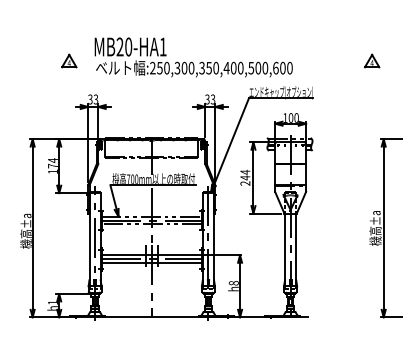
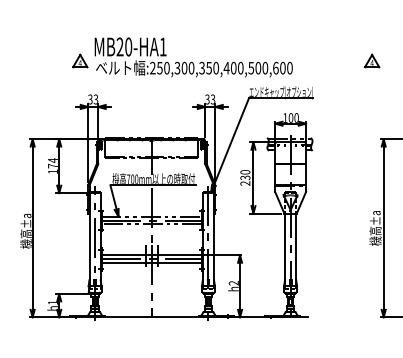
part at (69, 60) position: (69, 60) -> (80, 60)
text at (245, 174): 244 -> 230
text at (233, 283): h8 -> h2
